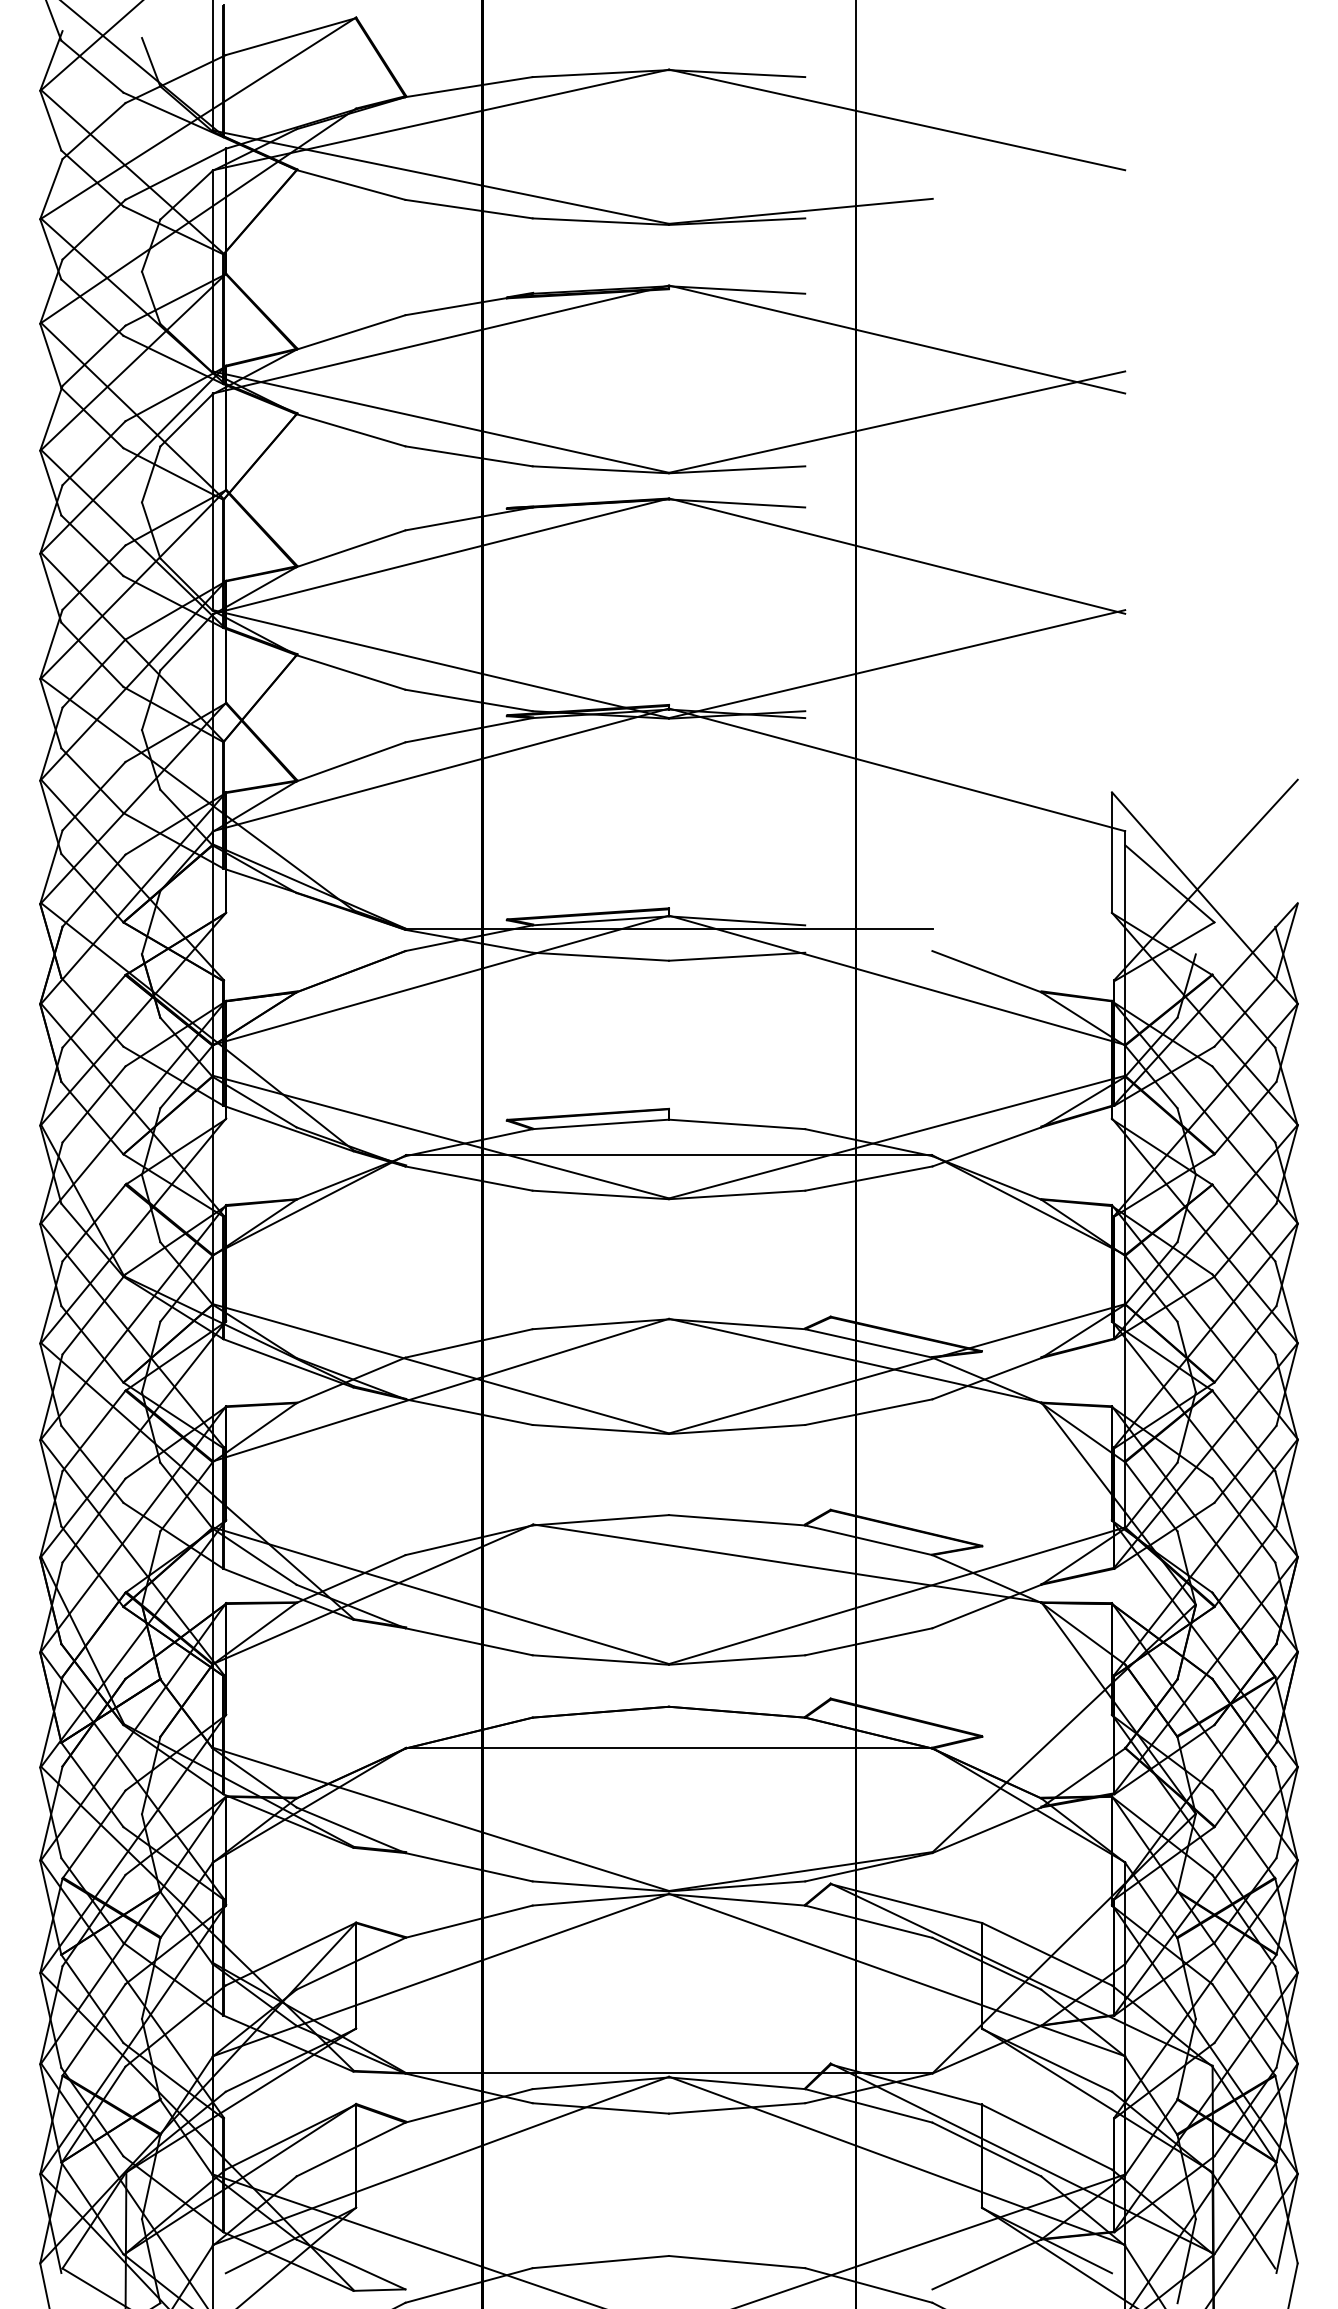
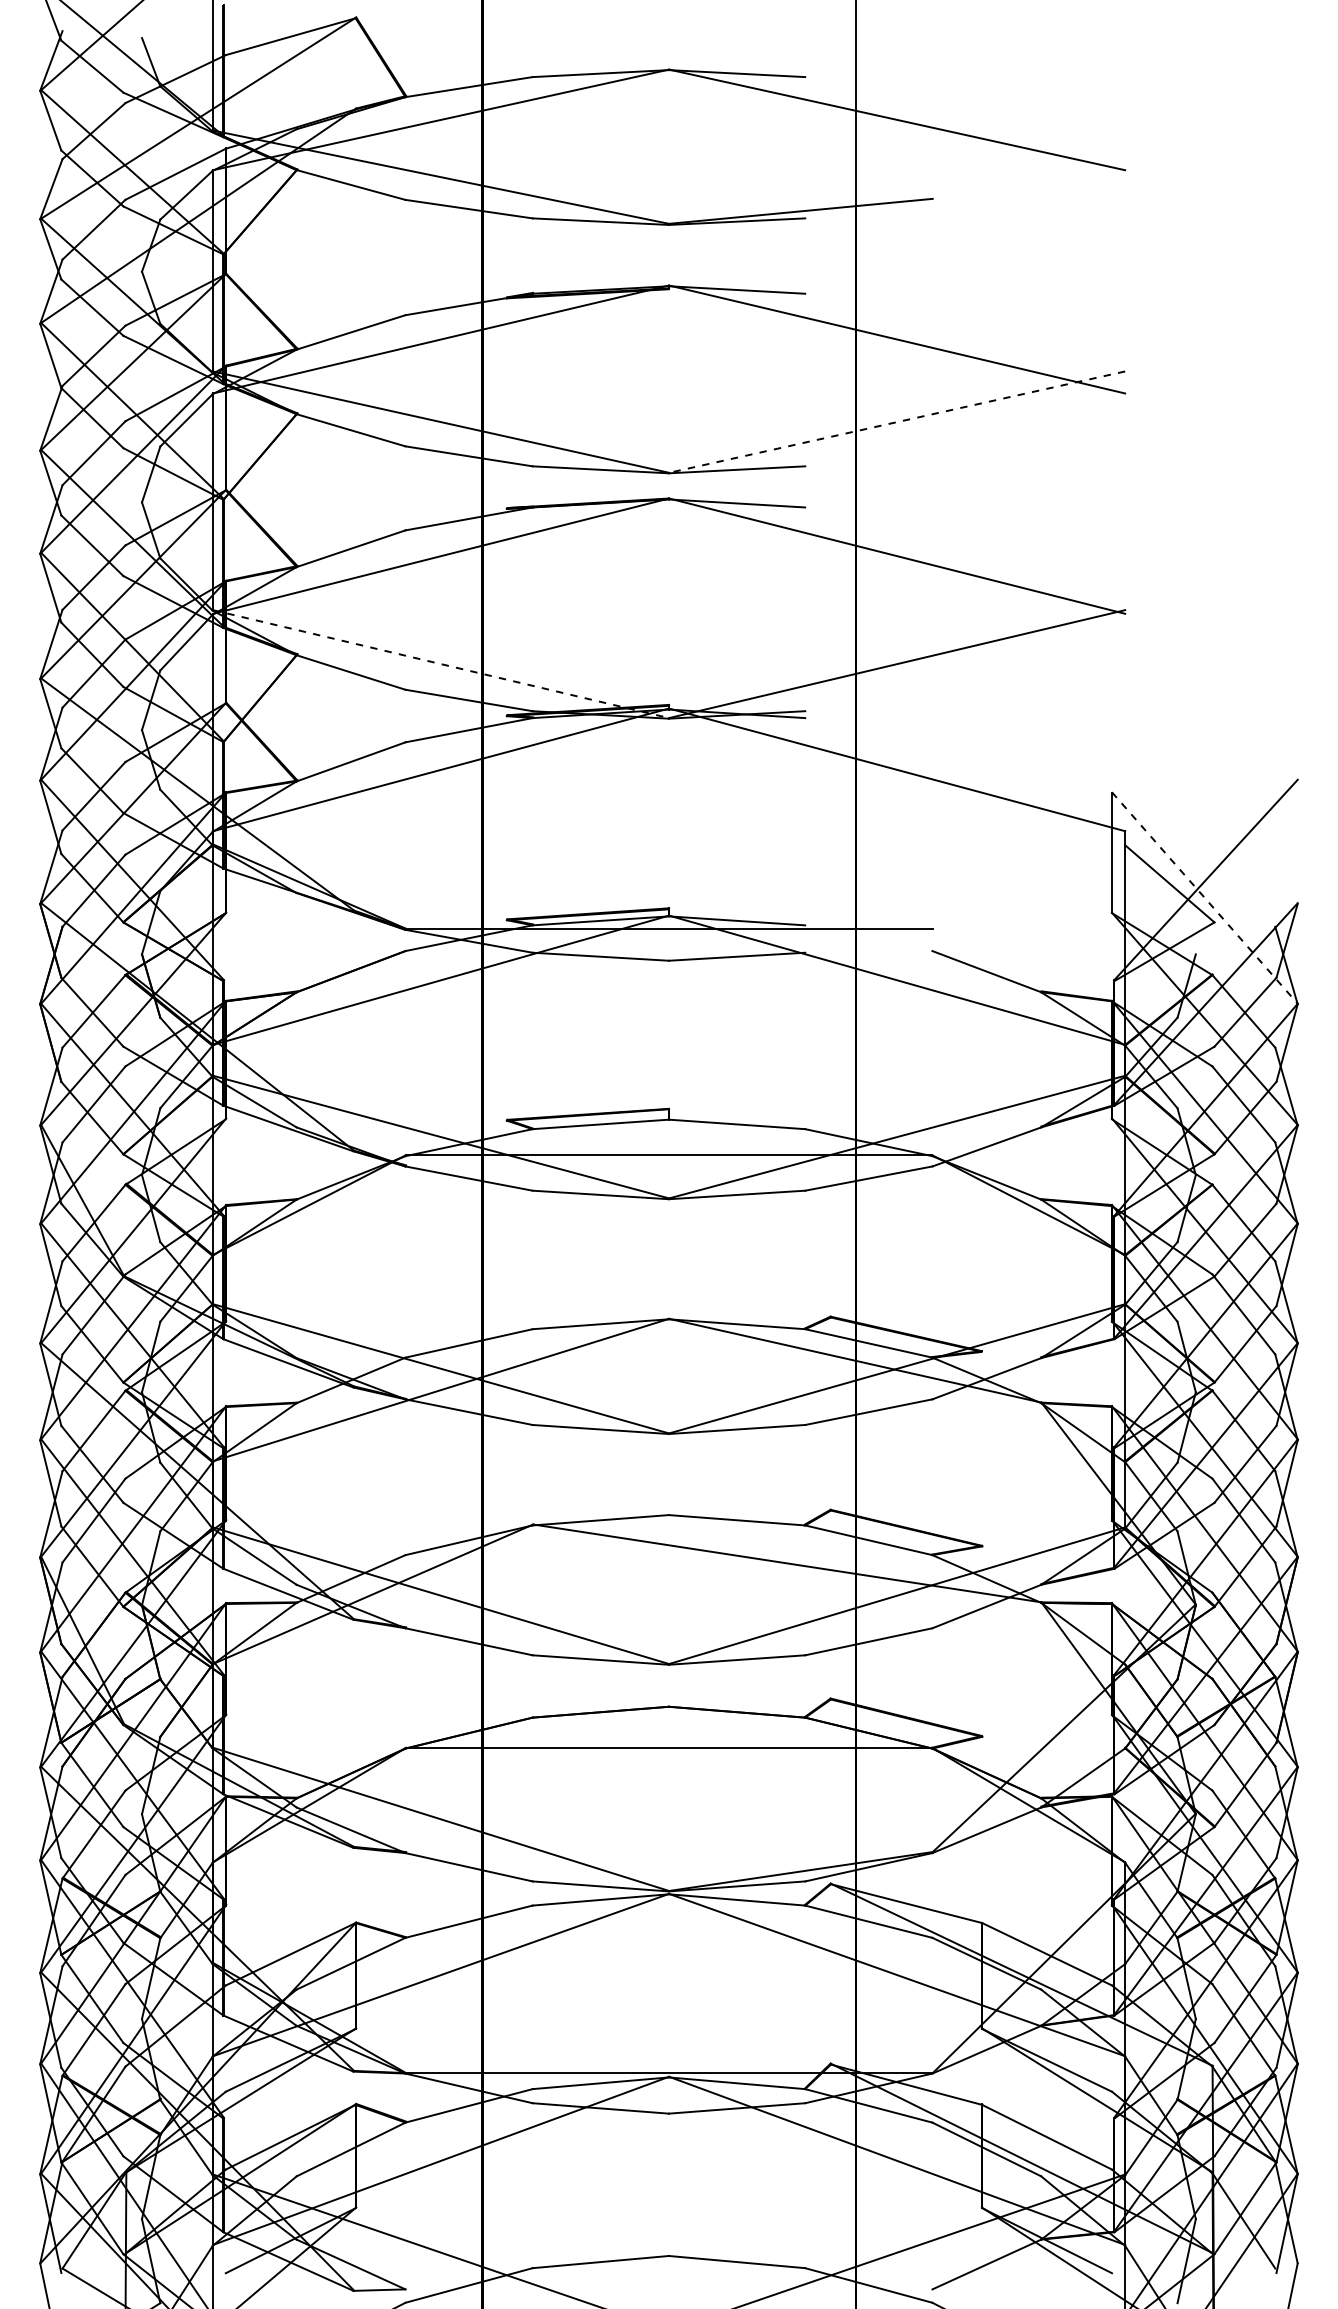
line at (897, 422): solid -> dashed
line at (441, 664): solid -> dashed
line at (1204, 898): solid -> dashed
